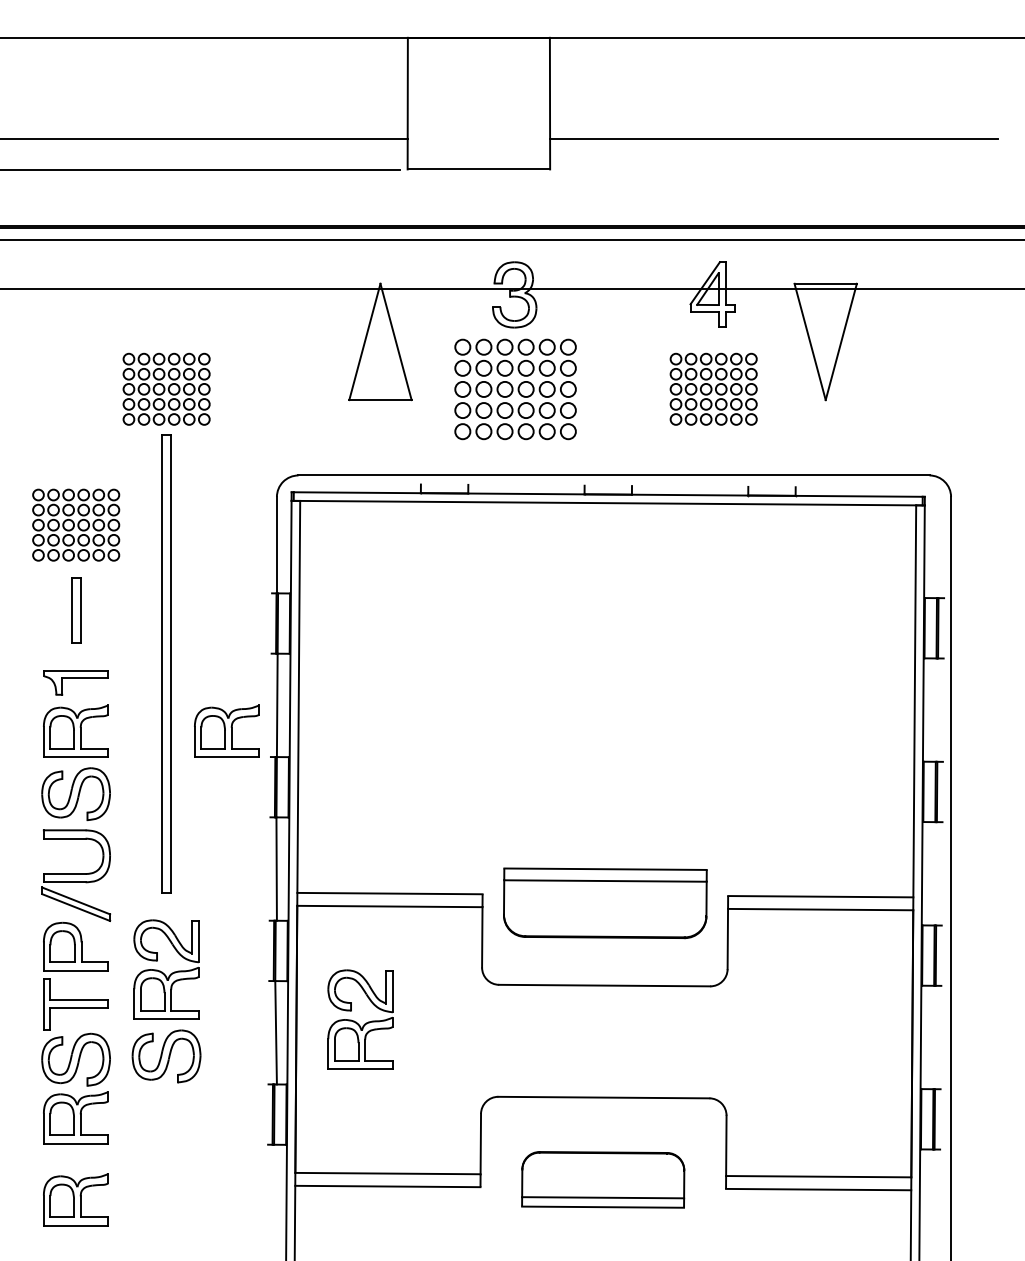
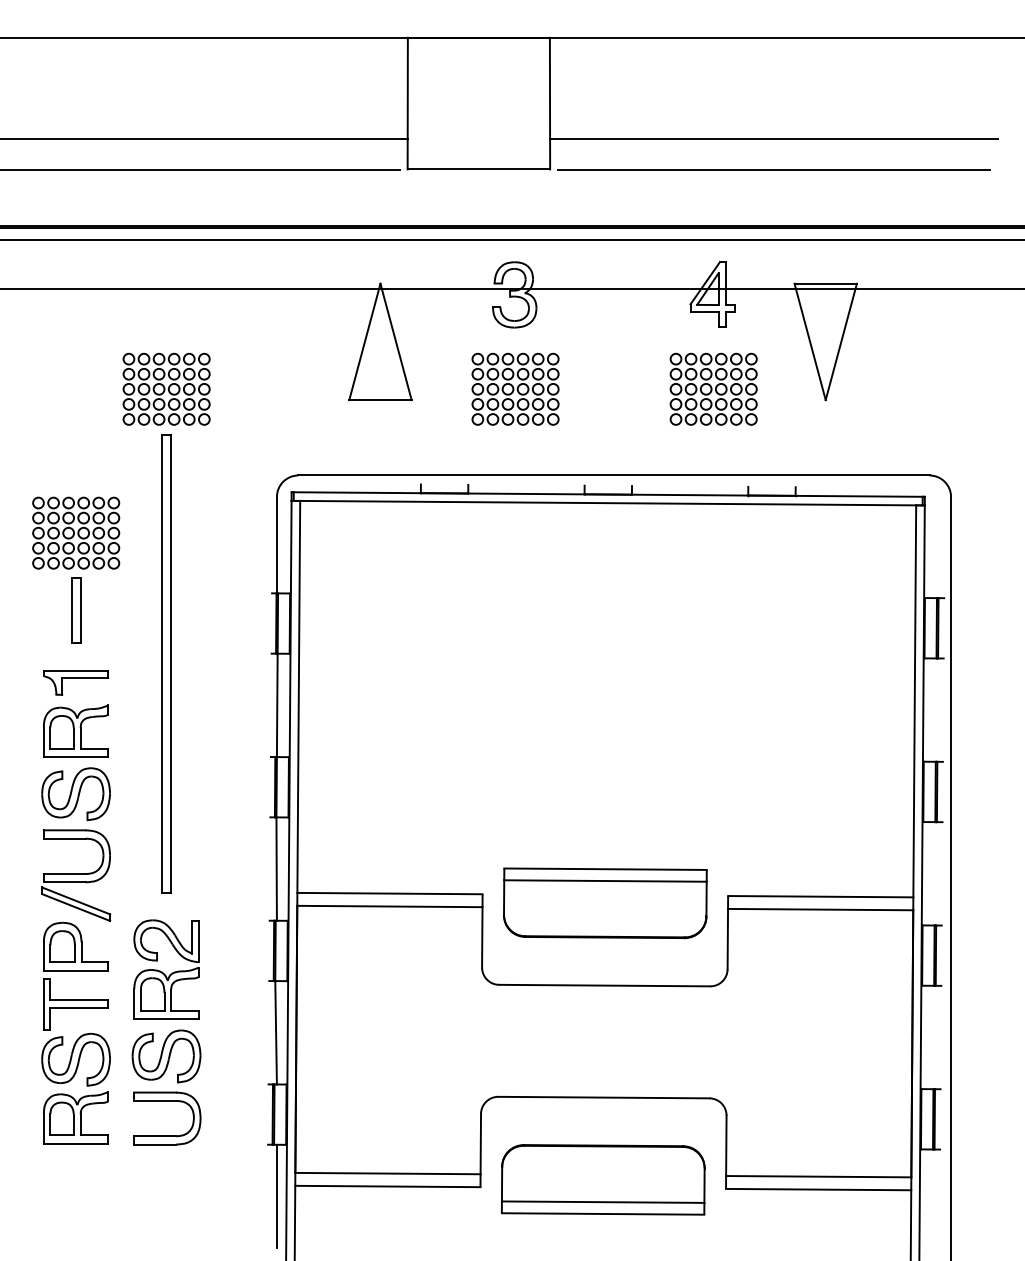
line at (773, 169): none -> present
part at (515, 389) size: 123x103 px -> 89x74 px
part at (76, 524) position: (76, 524) -> (76, 532)
part at (226, 730): present -> none
part at (360, 1019): present -> none
part at (167, 1101): none -> present
part at (603, 1179) size: 165x58 px -> 206x72 px
line at (276, 1196): none -> present
part at (75, 1199): present -> none
